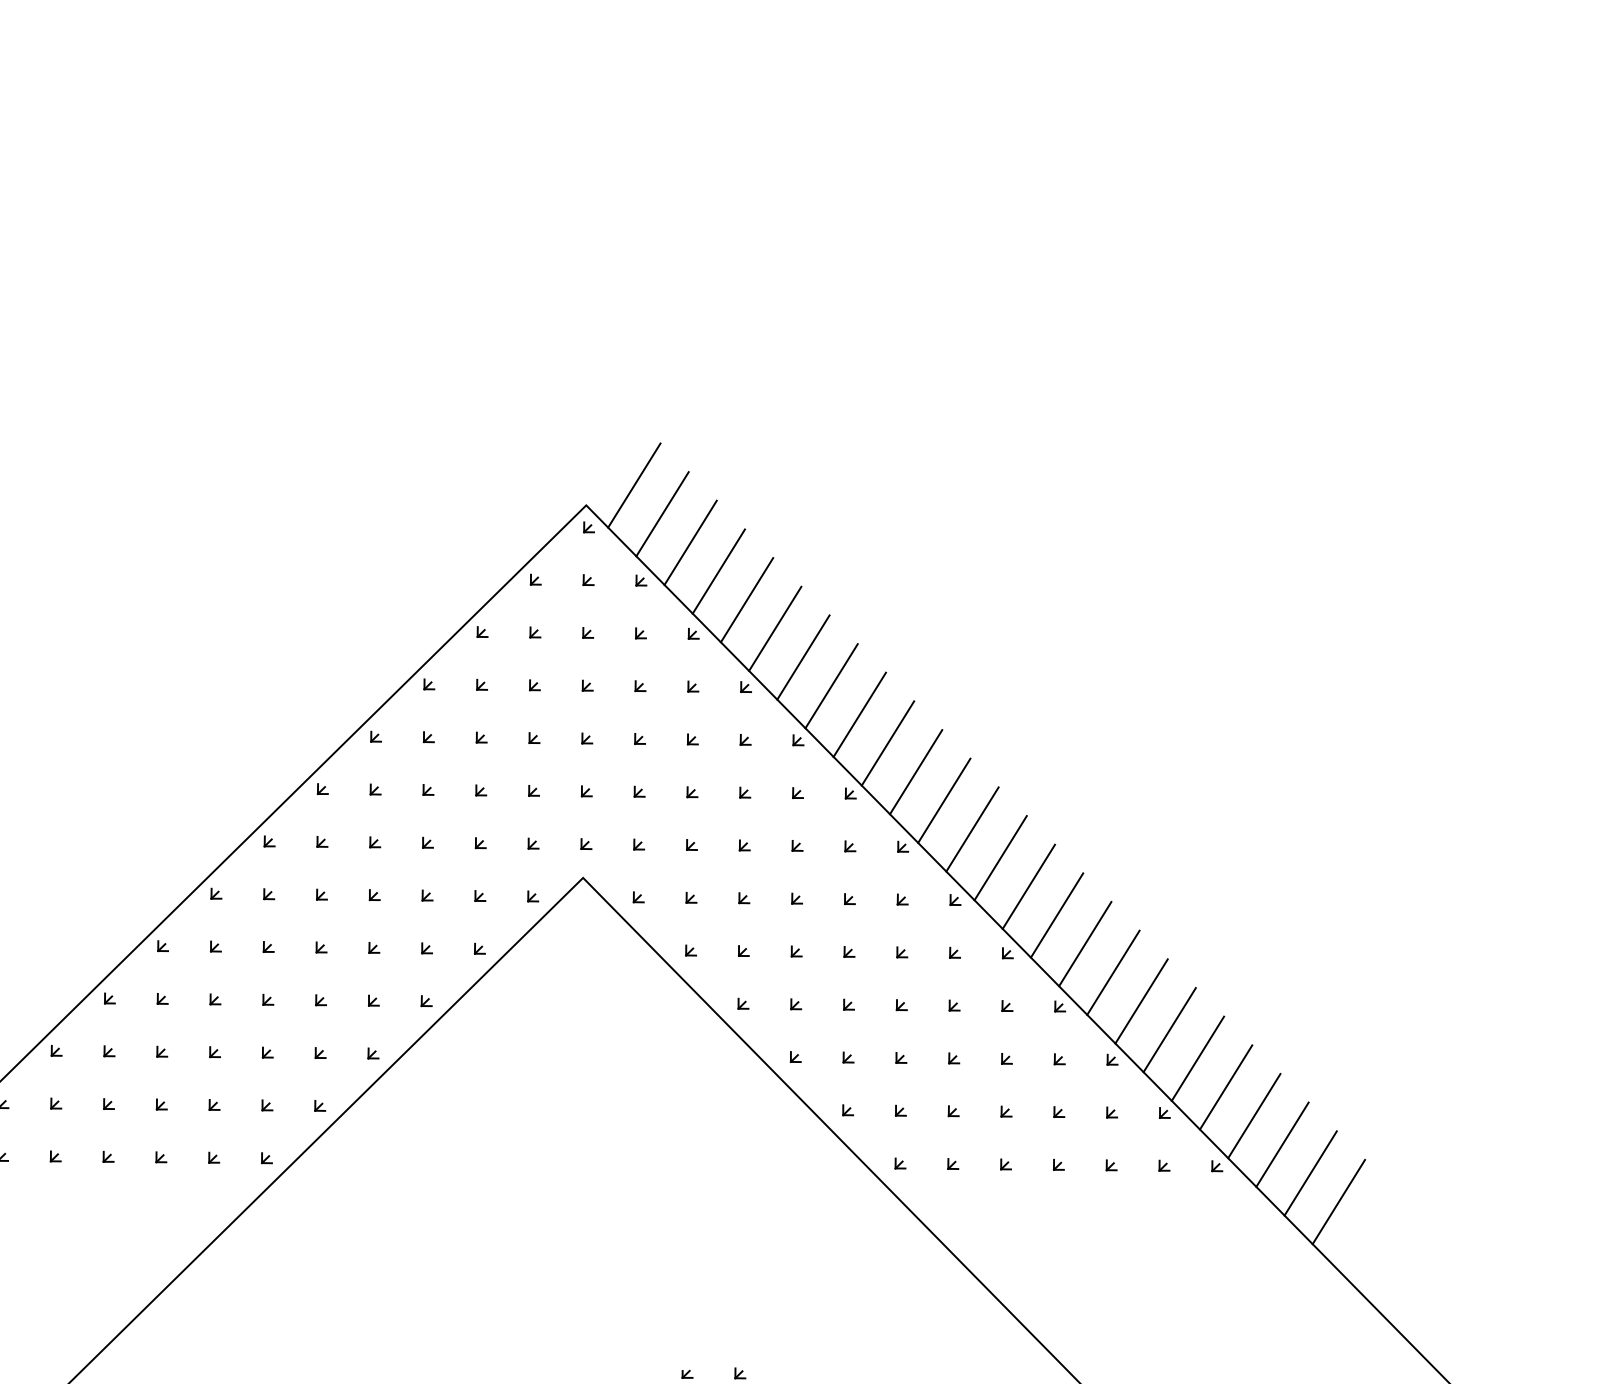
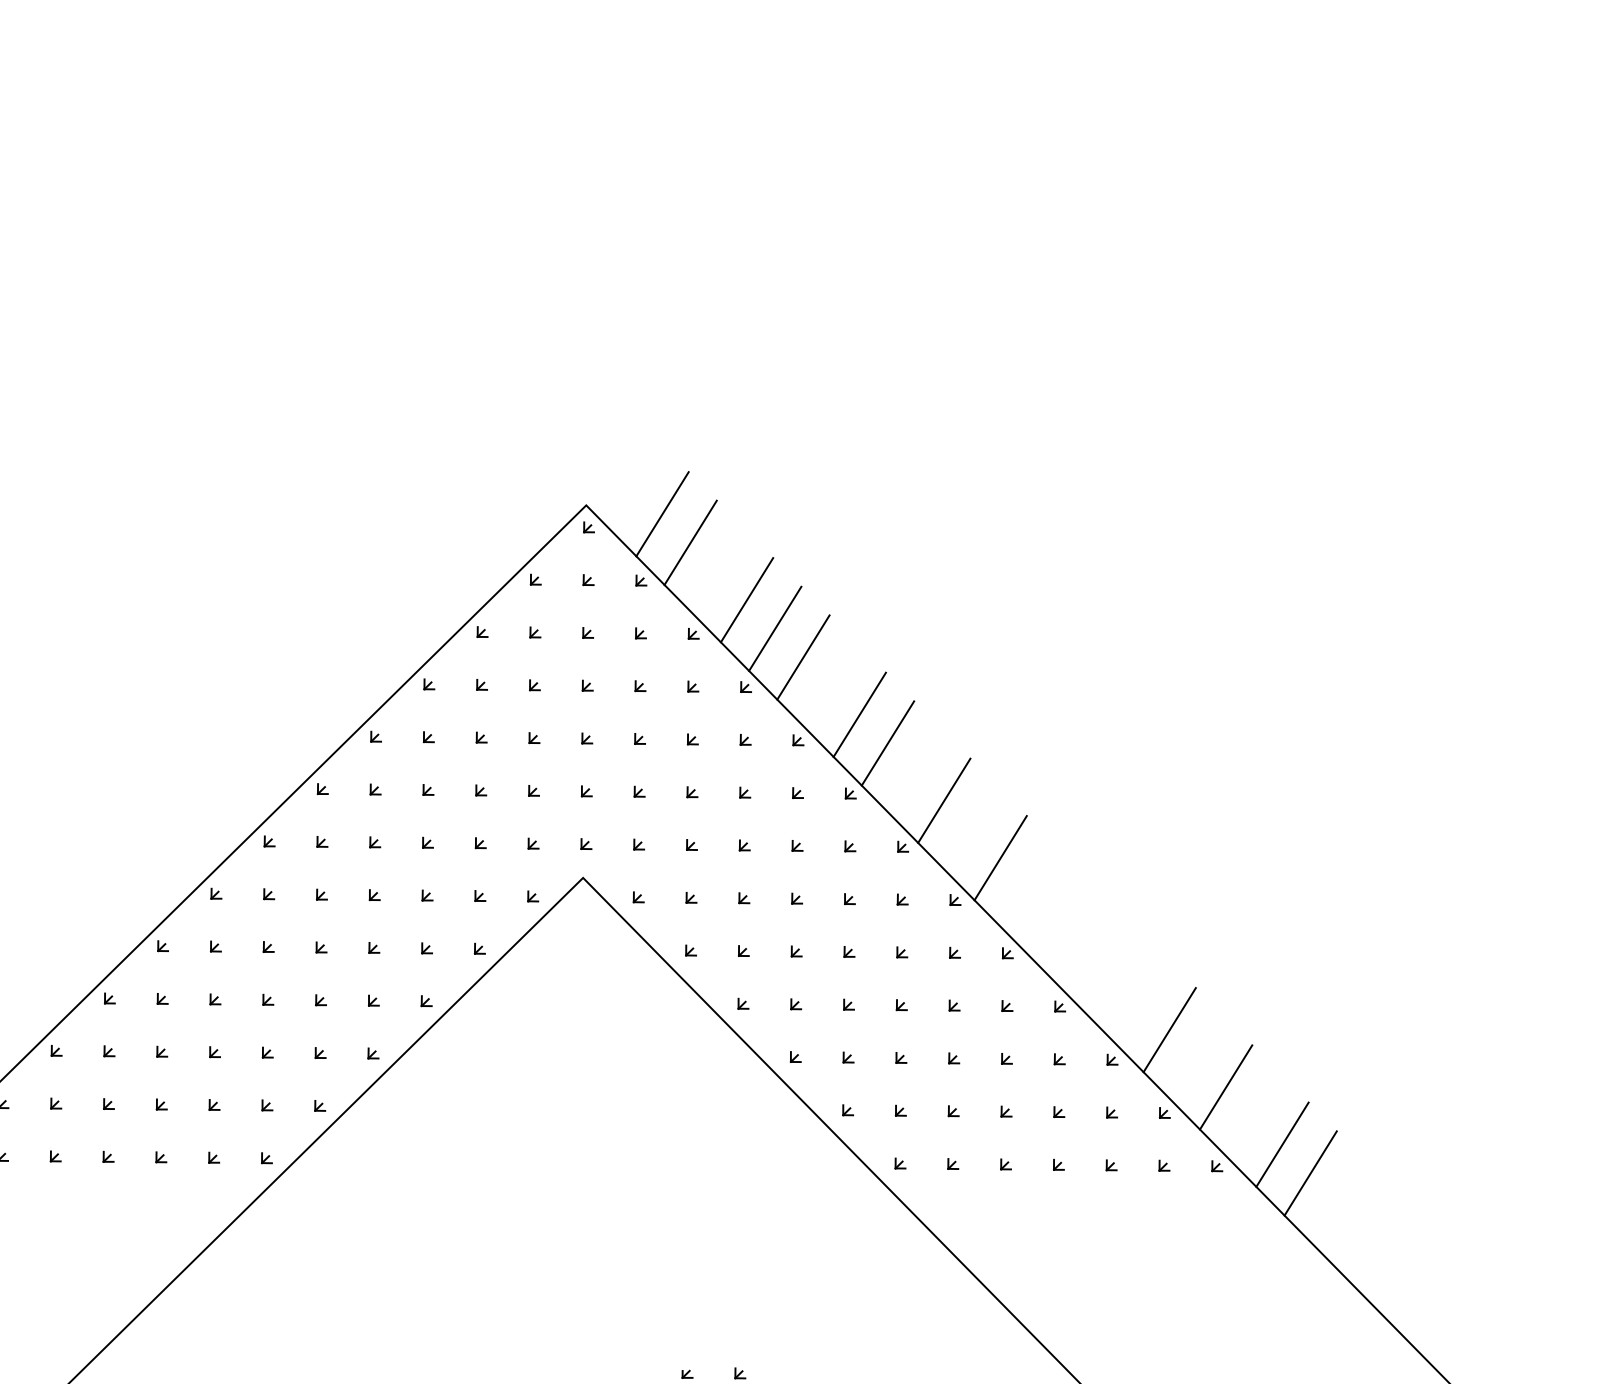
line at (634, 485): present -> none
line at (718, 571): present -> none
line at (831, 686): present -> none
line at (915, 772): present -> none
line at (972, 829): present -> none
line at (1028, 886): present -> none
line at (1056, 915): present -> none
line at (1085, 943): present -> none
line at (1113, 972): present -> none
line at (1141, 1001): present -> none
line at (1197, 1058): present -> none
line at (1254, 1115): present -> none
line at (1338, 1201): present -> none
